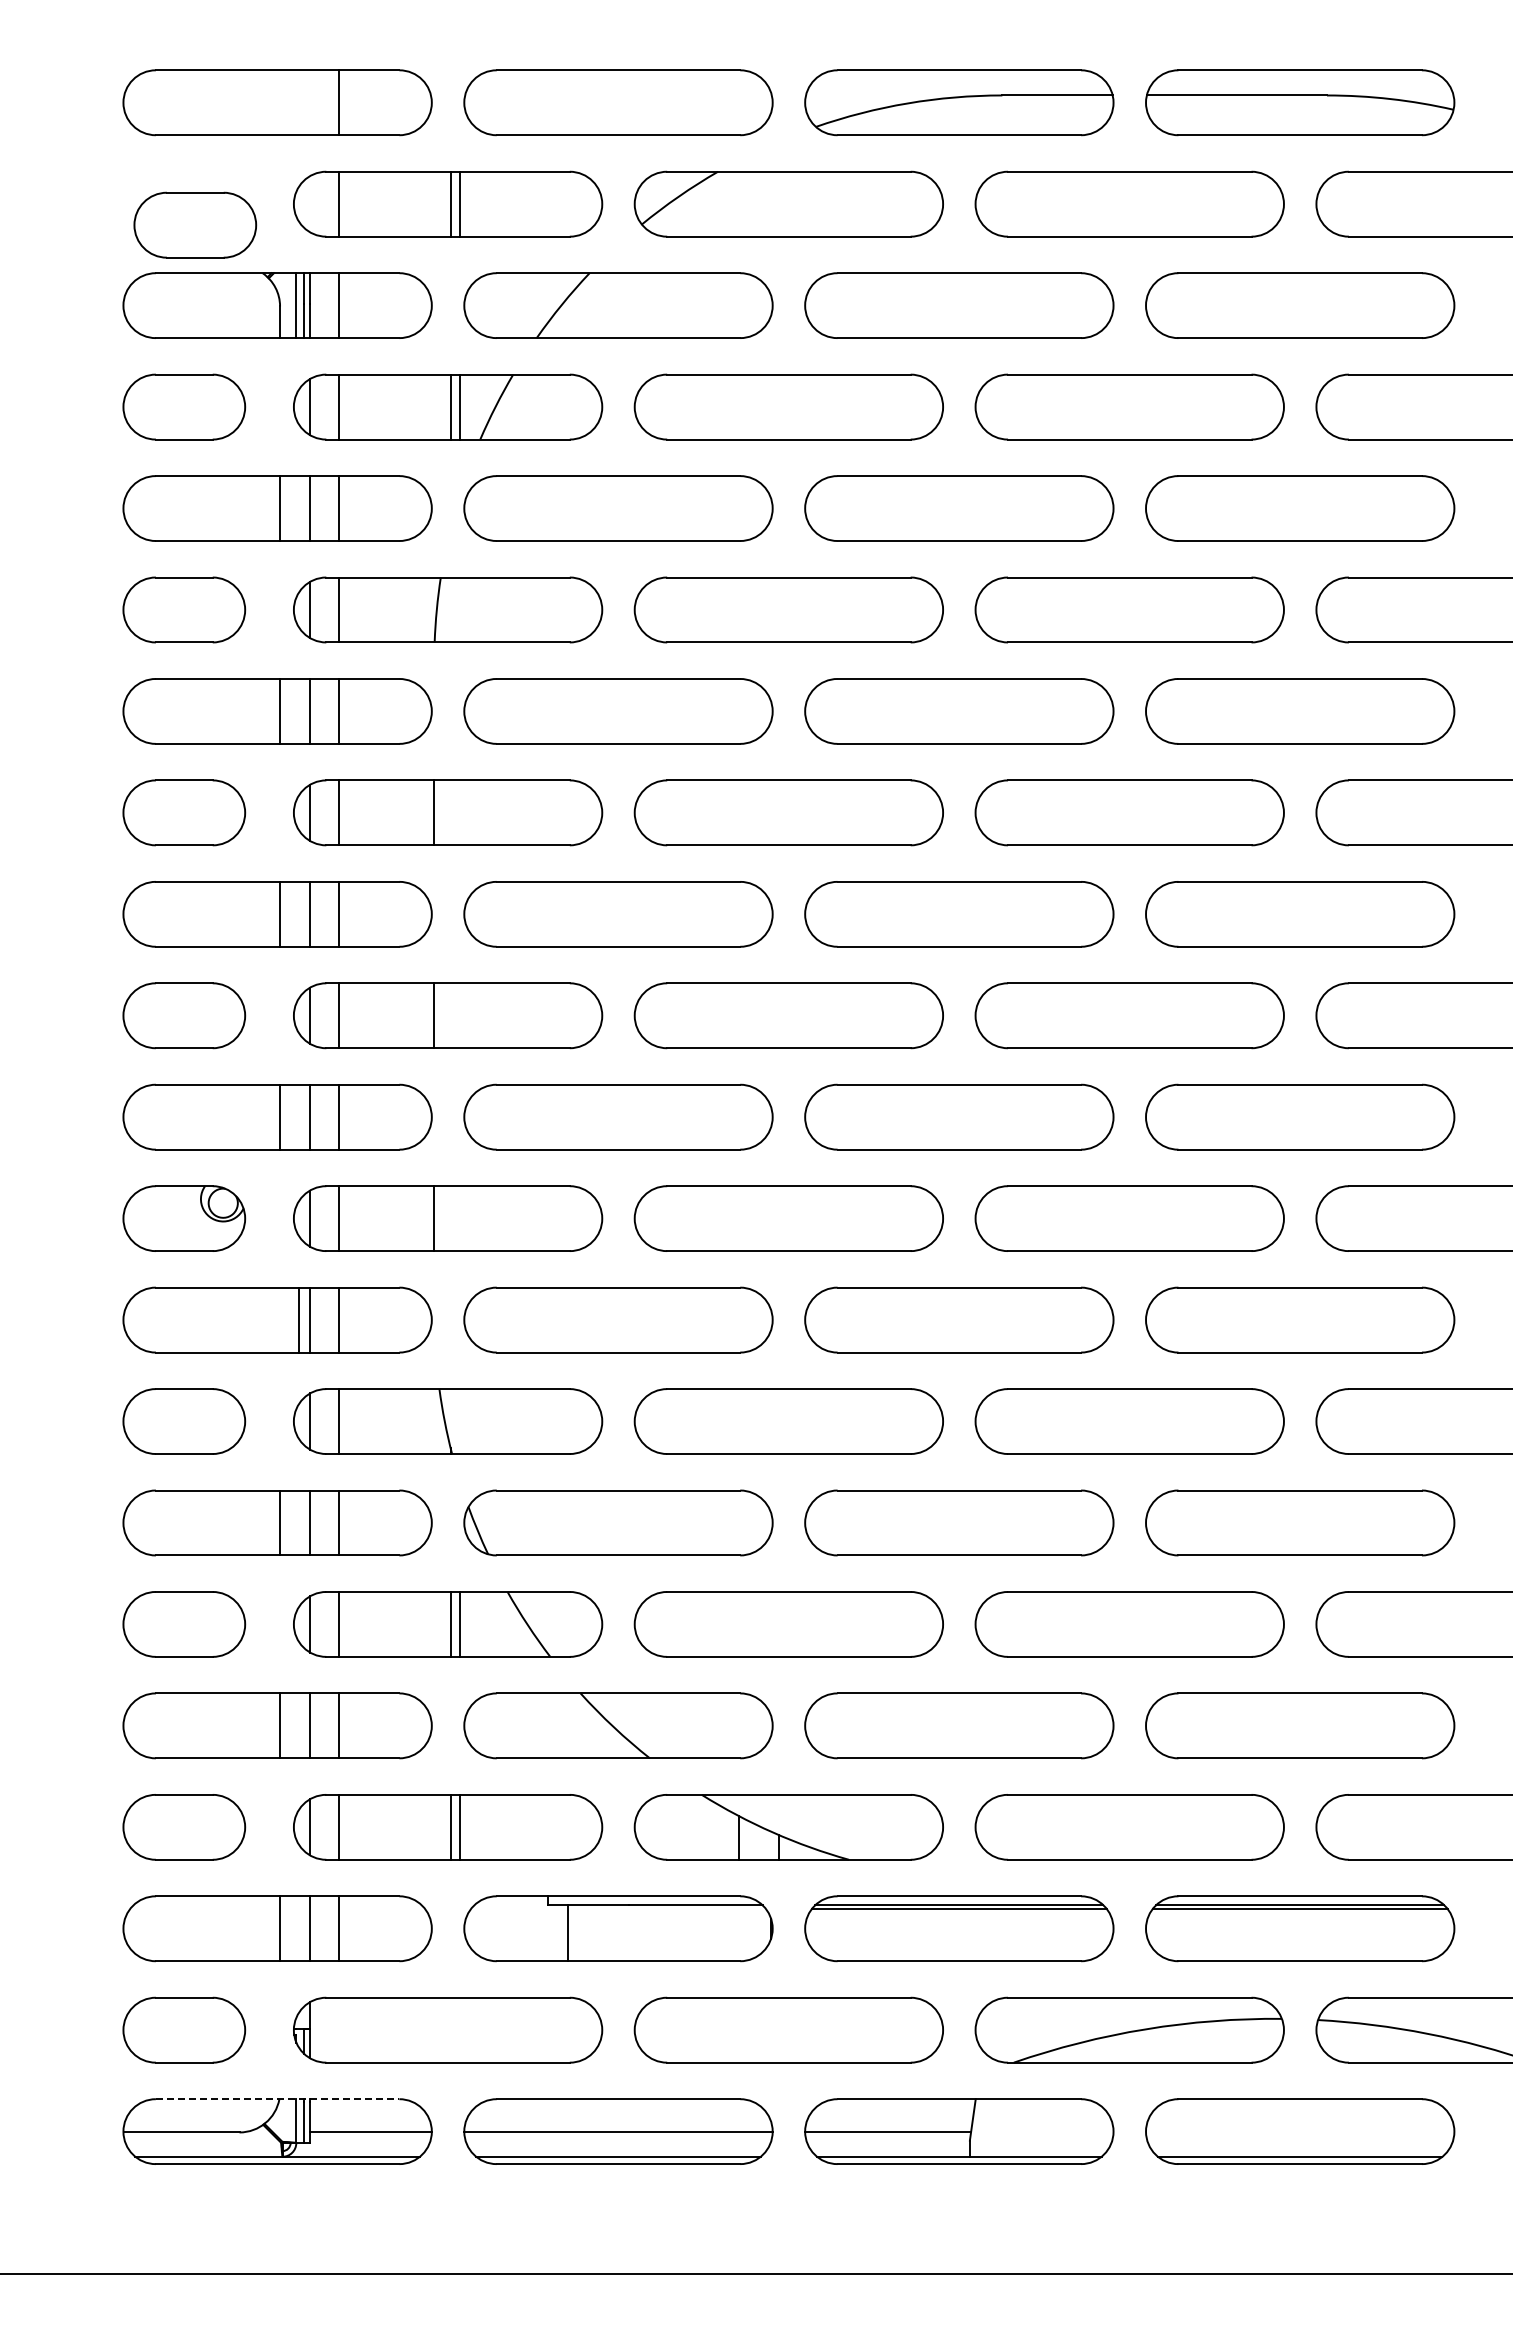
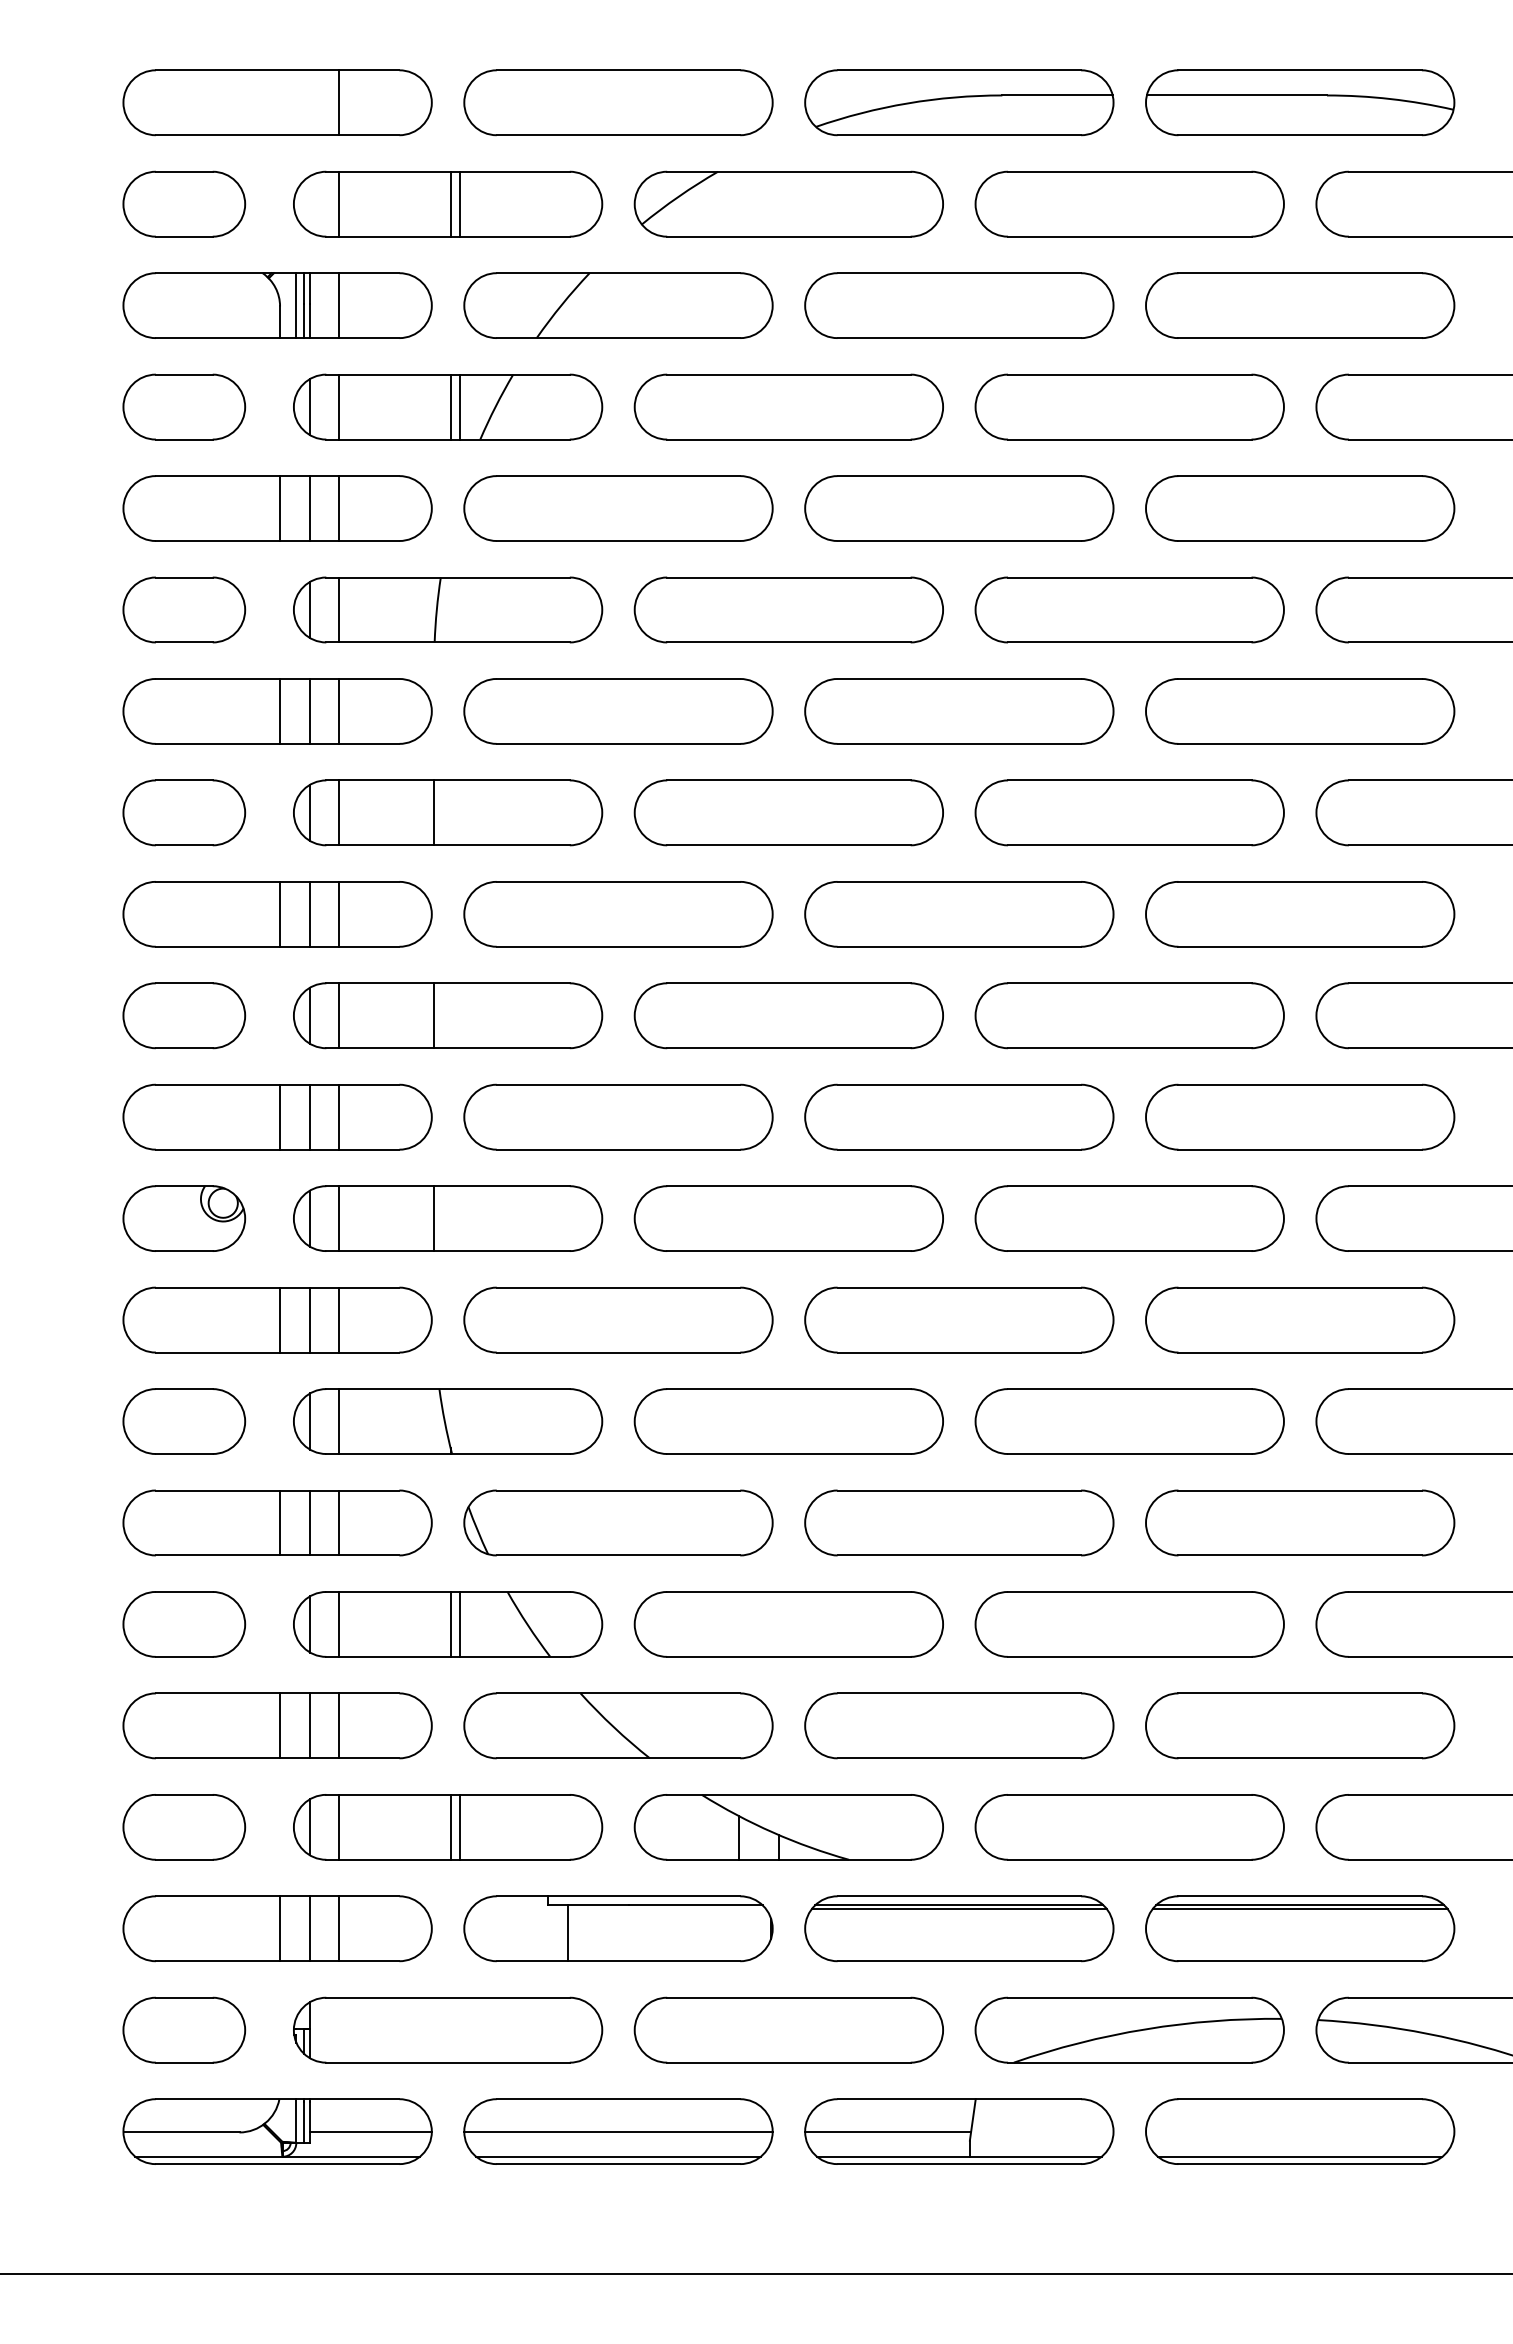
part at (195, 224) position: (195, 224) -> (184, 203)
line at (299, 1319) position: (299, 1319) -> (280, 1319)
line at (277, 2099): dashed -> solid
